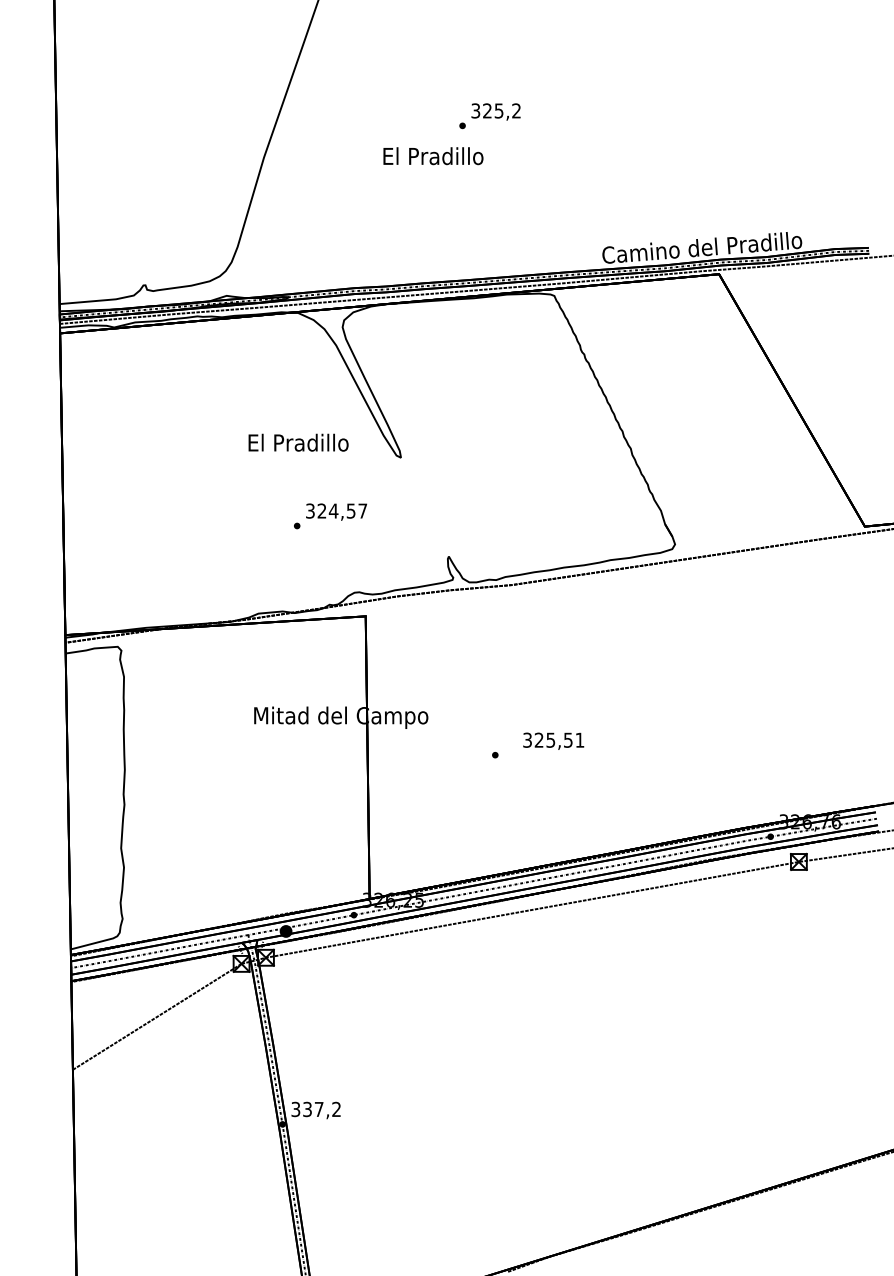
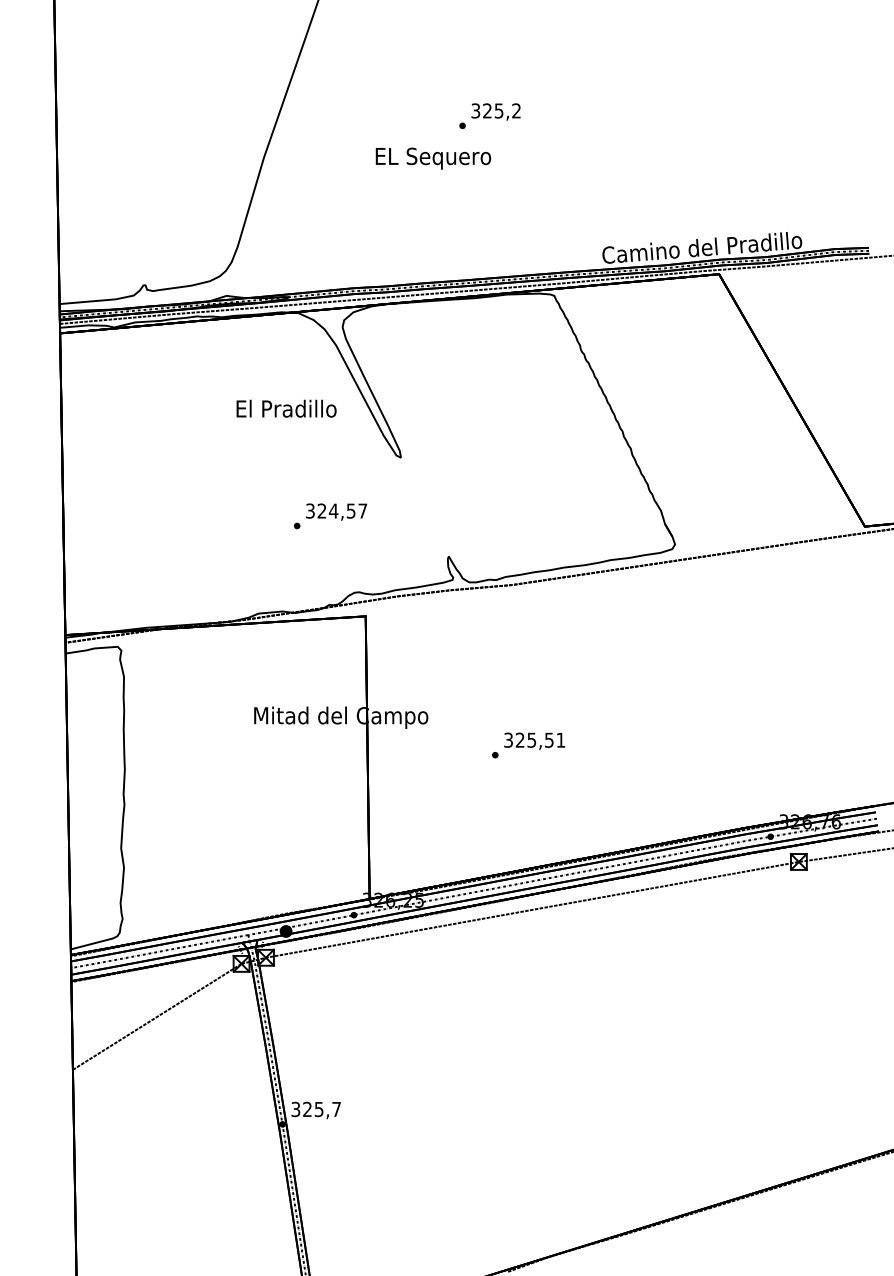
text at (433, 158): El Pradillo -> EL Sequero
text at (298, 442) position: (298, 442) -> (286, 408)
text at (553, 740) position: (553, 740) -> (534, 740)
text at (321, 1109): 337,2 -> 325,7
